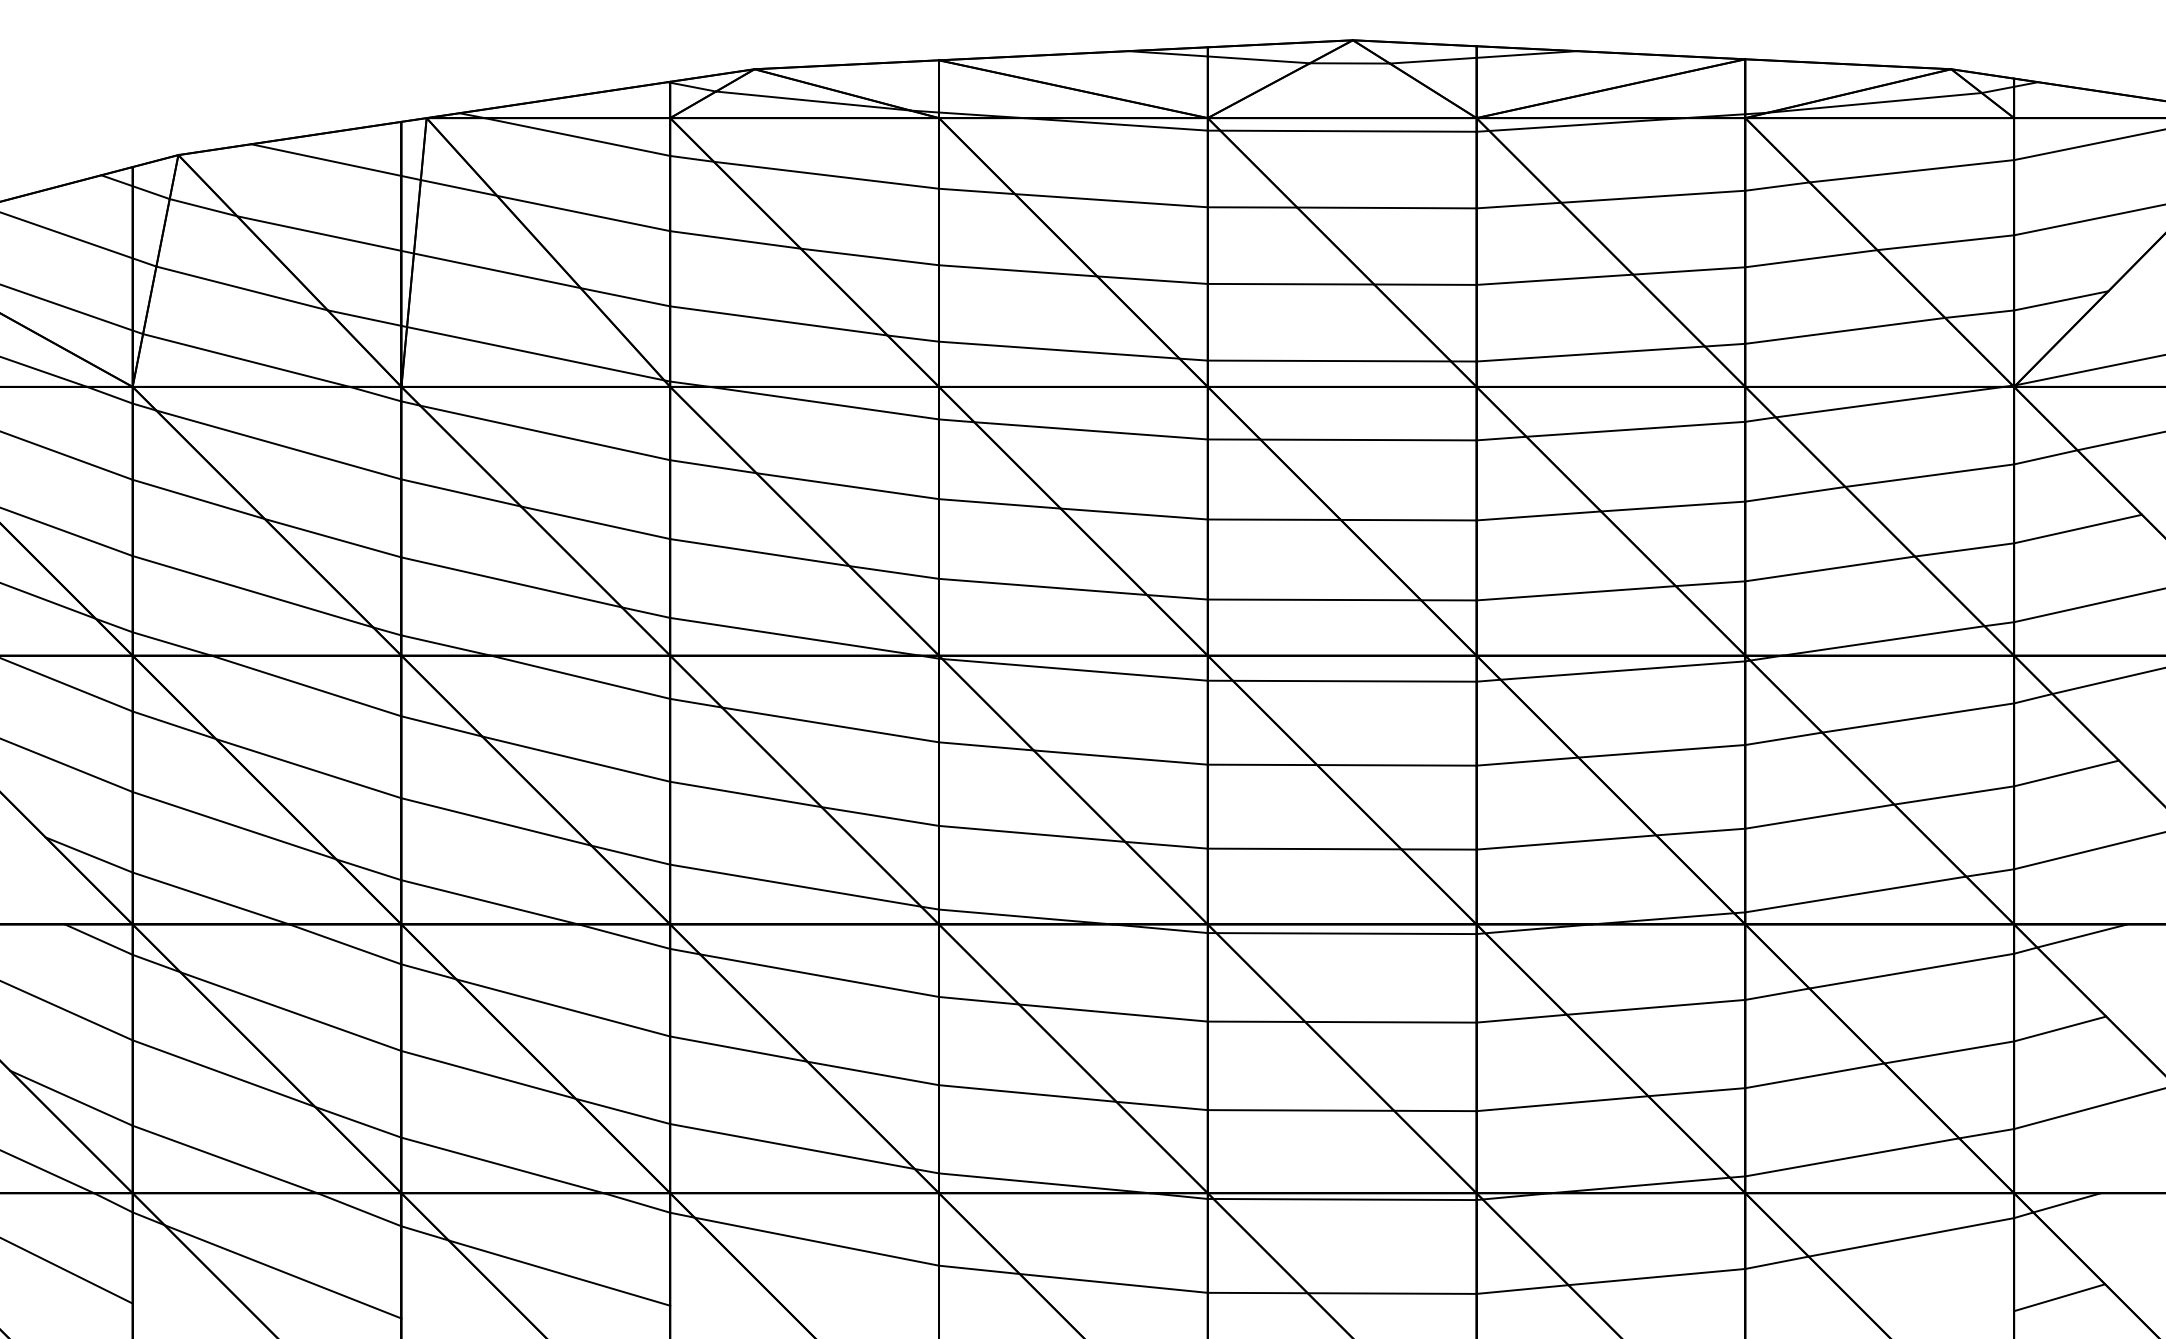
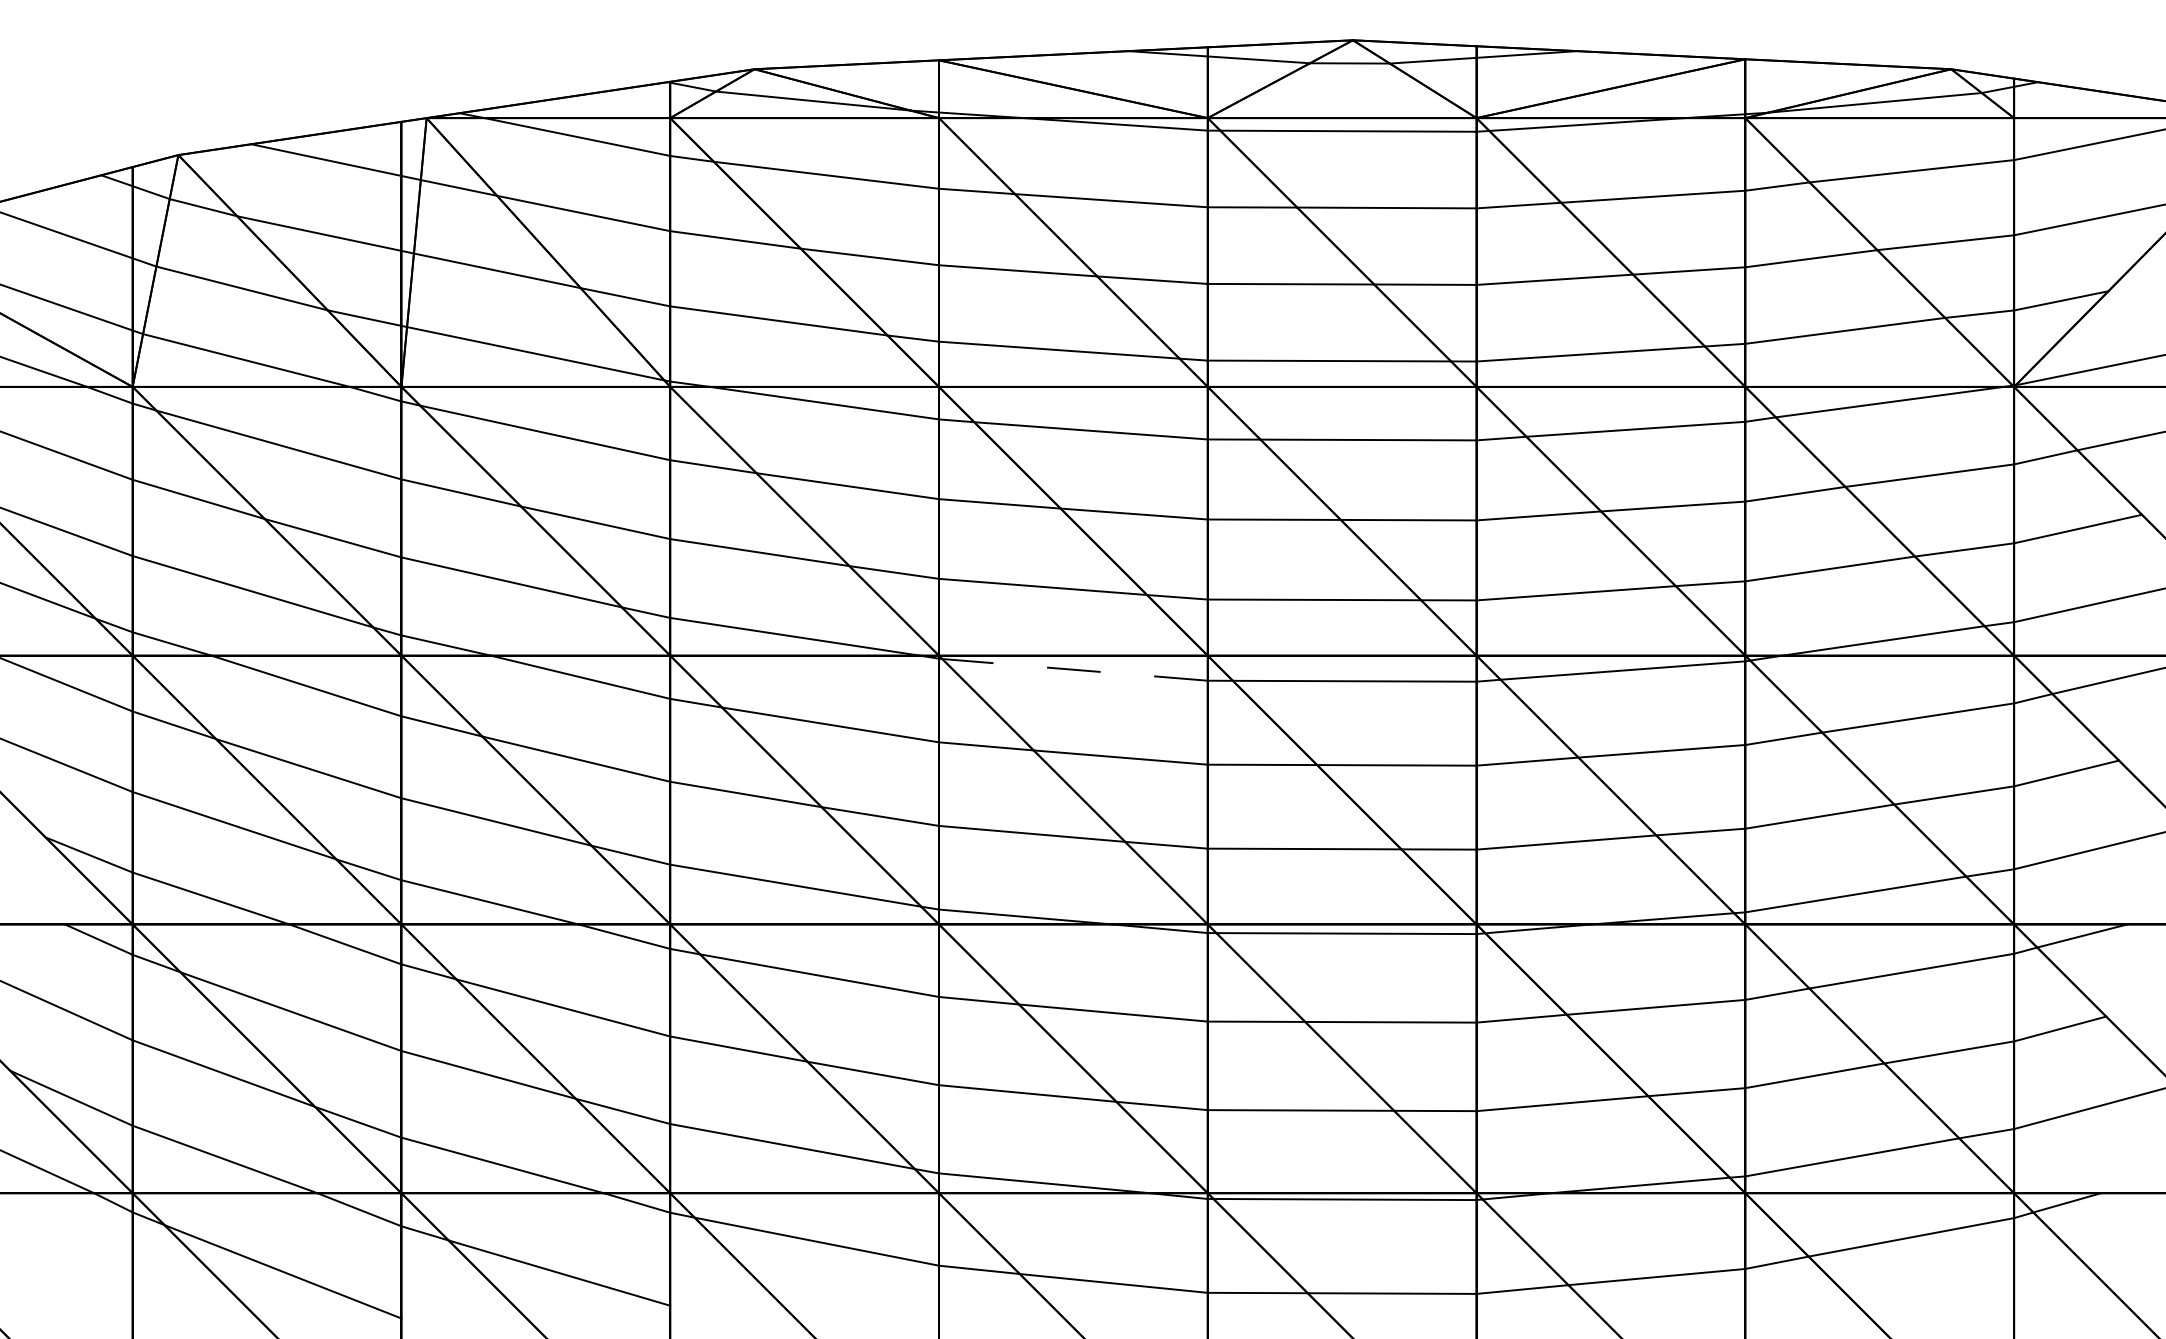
line at (1074, 669): solid -> dashed
line at (67, 1270): present -> none
line at (2059, 1297): present -> none
